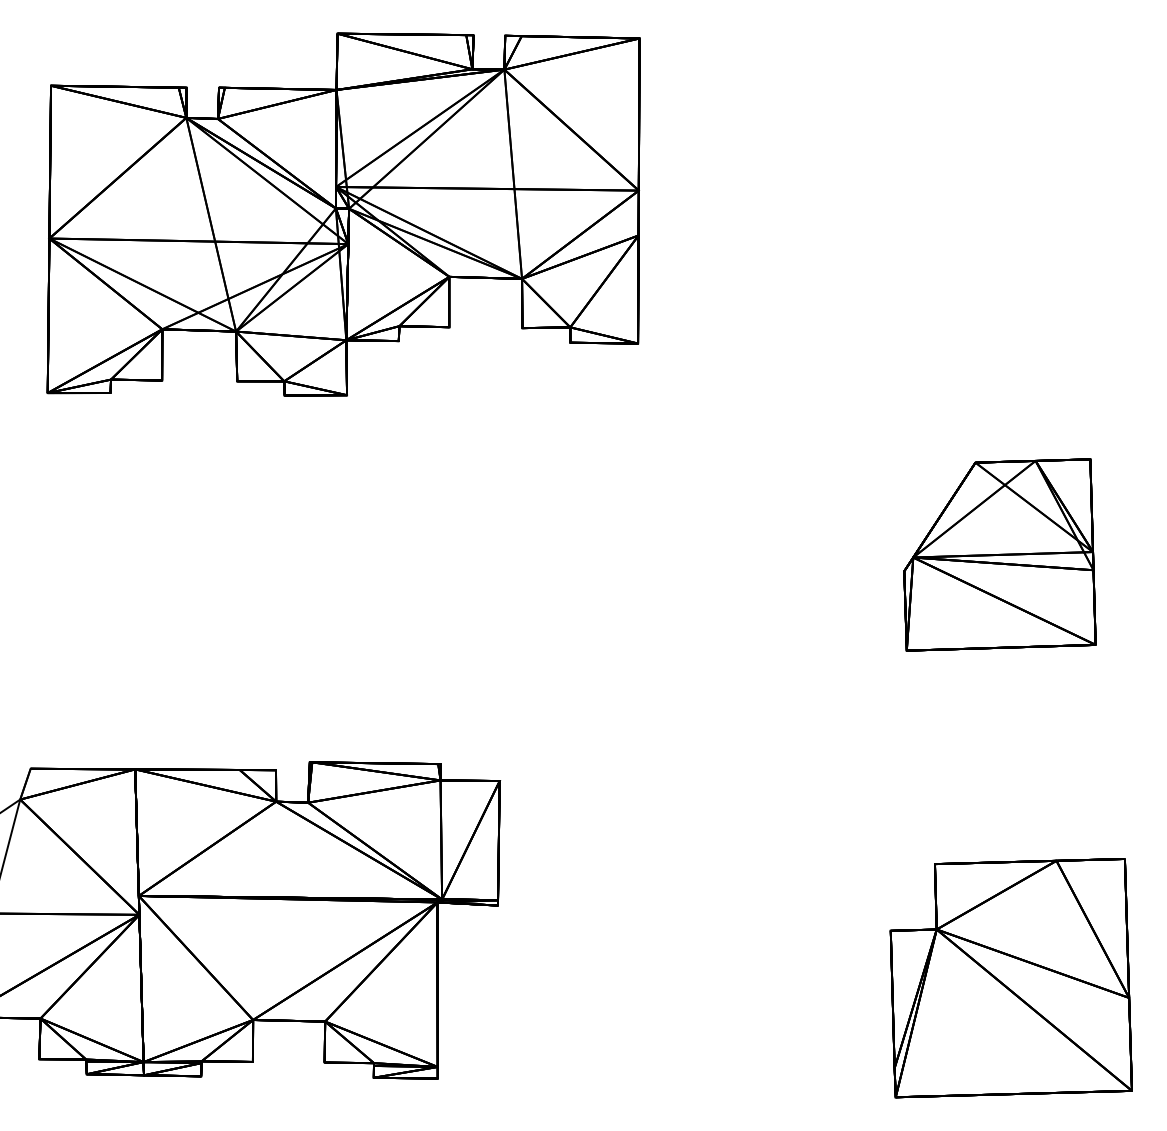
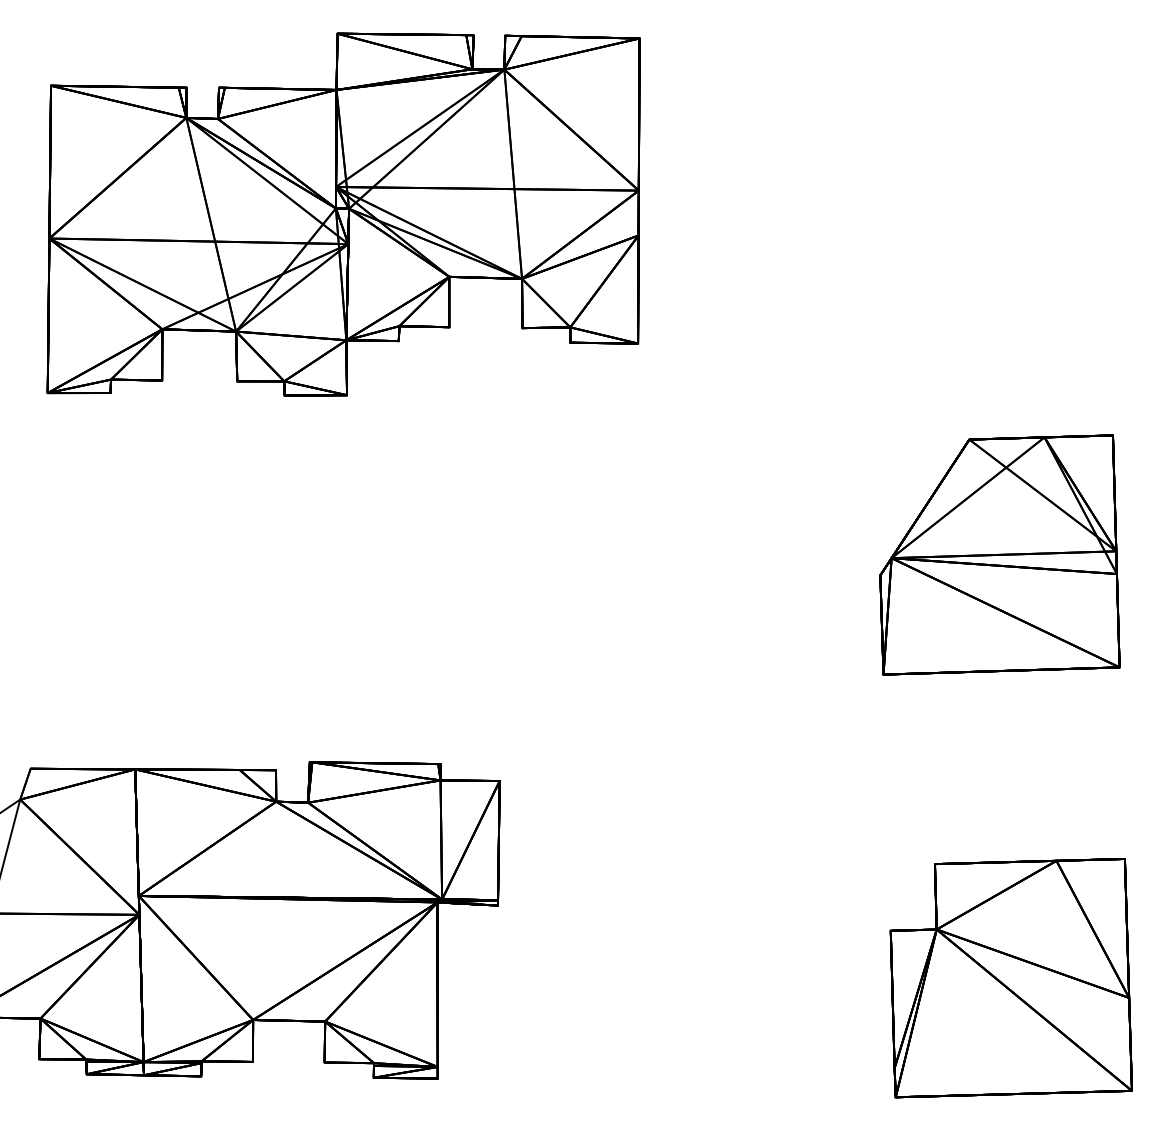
part at (999, 554) size: 194x194 px -> 242x242 px
